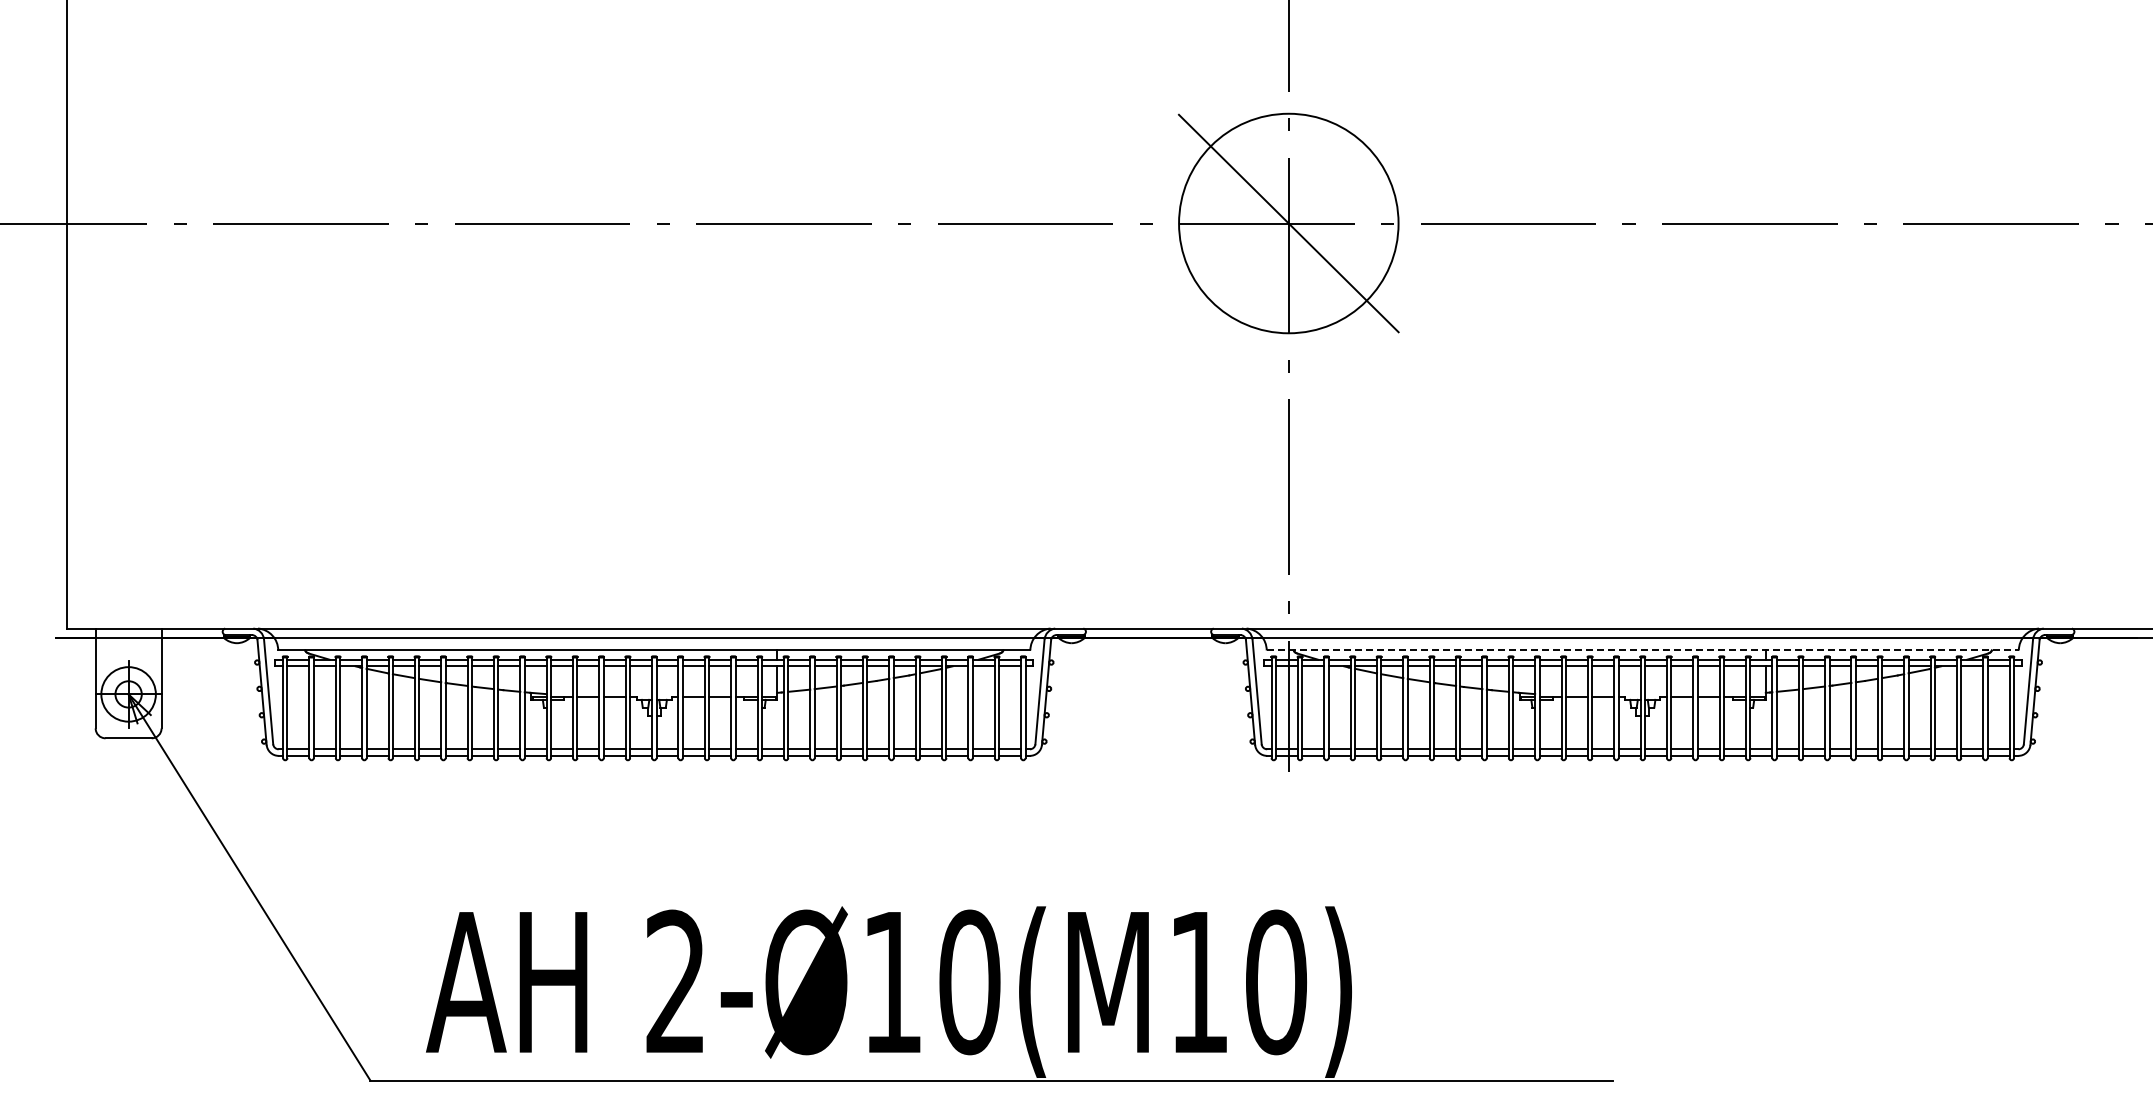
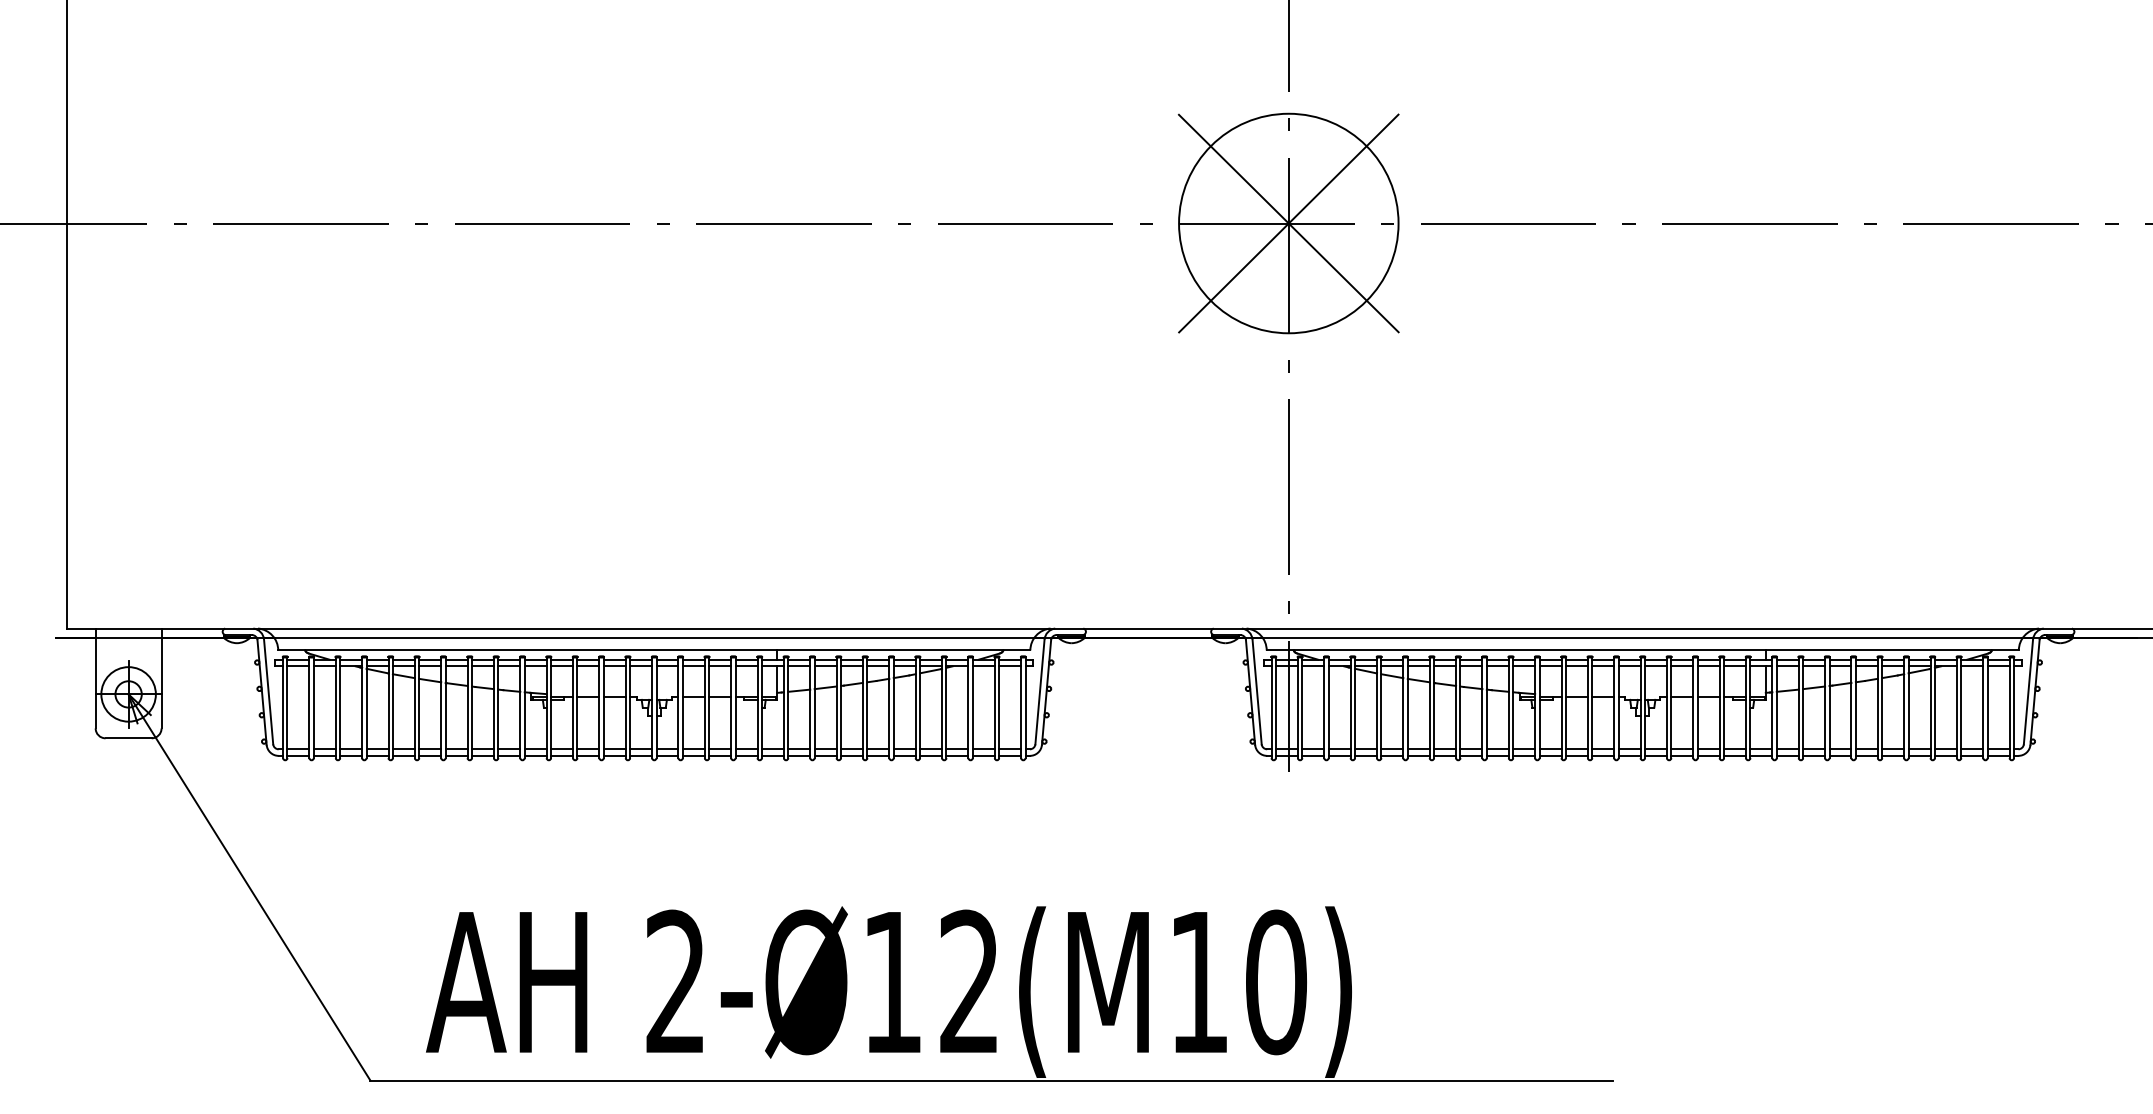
line at (1288, 223): none -> present
line at (1643, 650): dashed -> solid
text at (969, 982): 2-Ø10(M10) -> 2-Ø12(M10)
